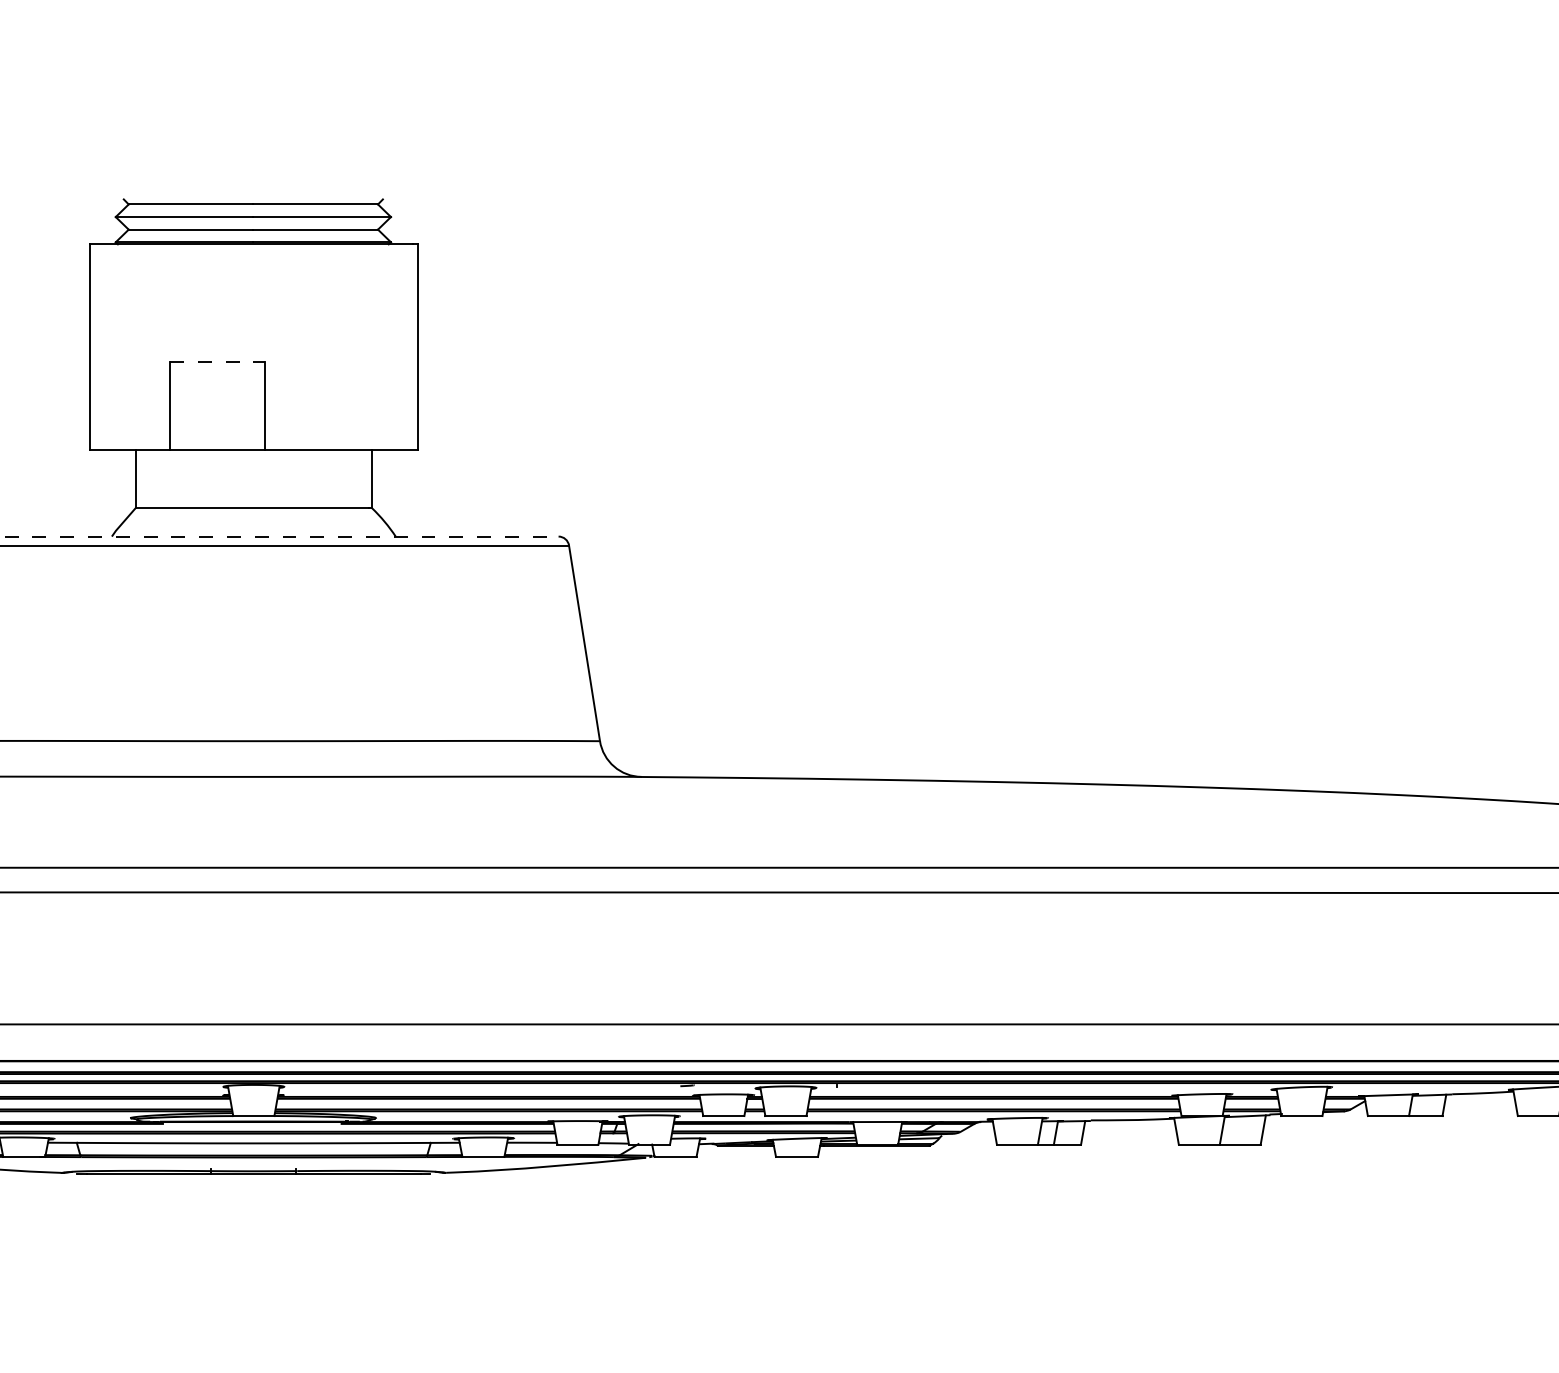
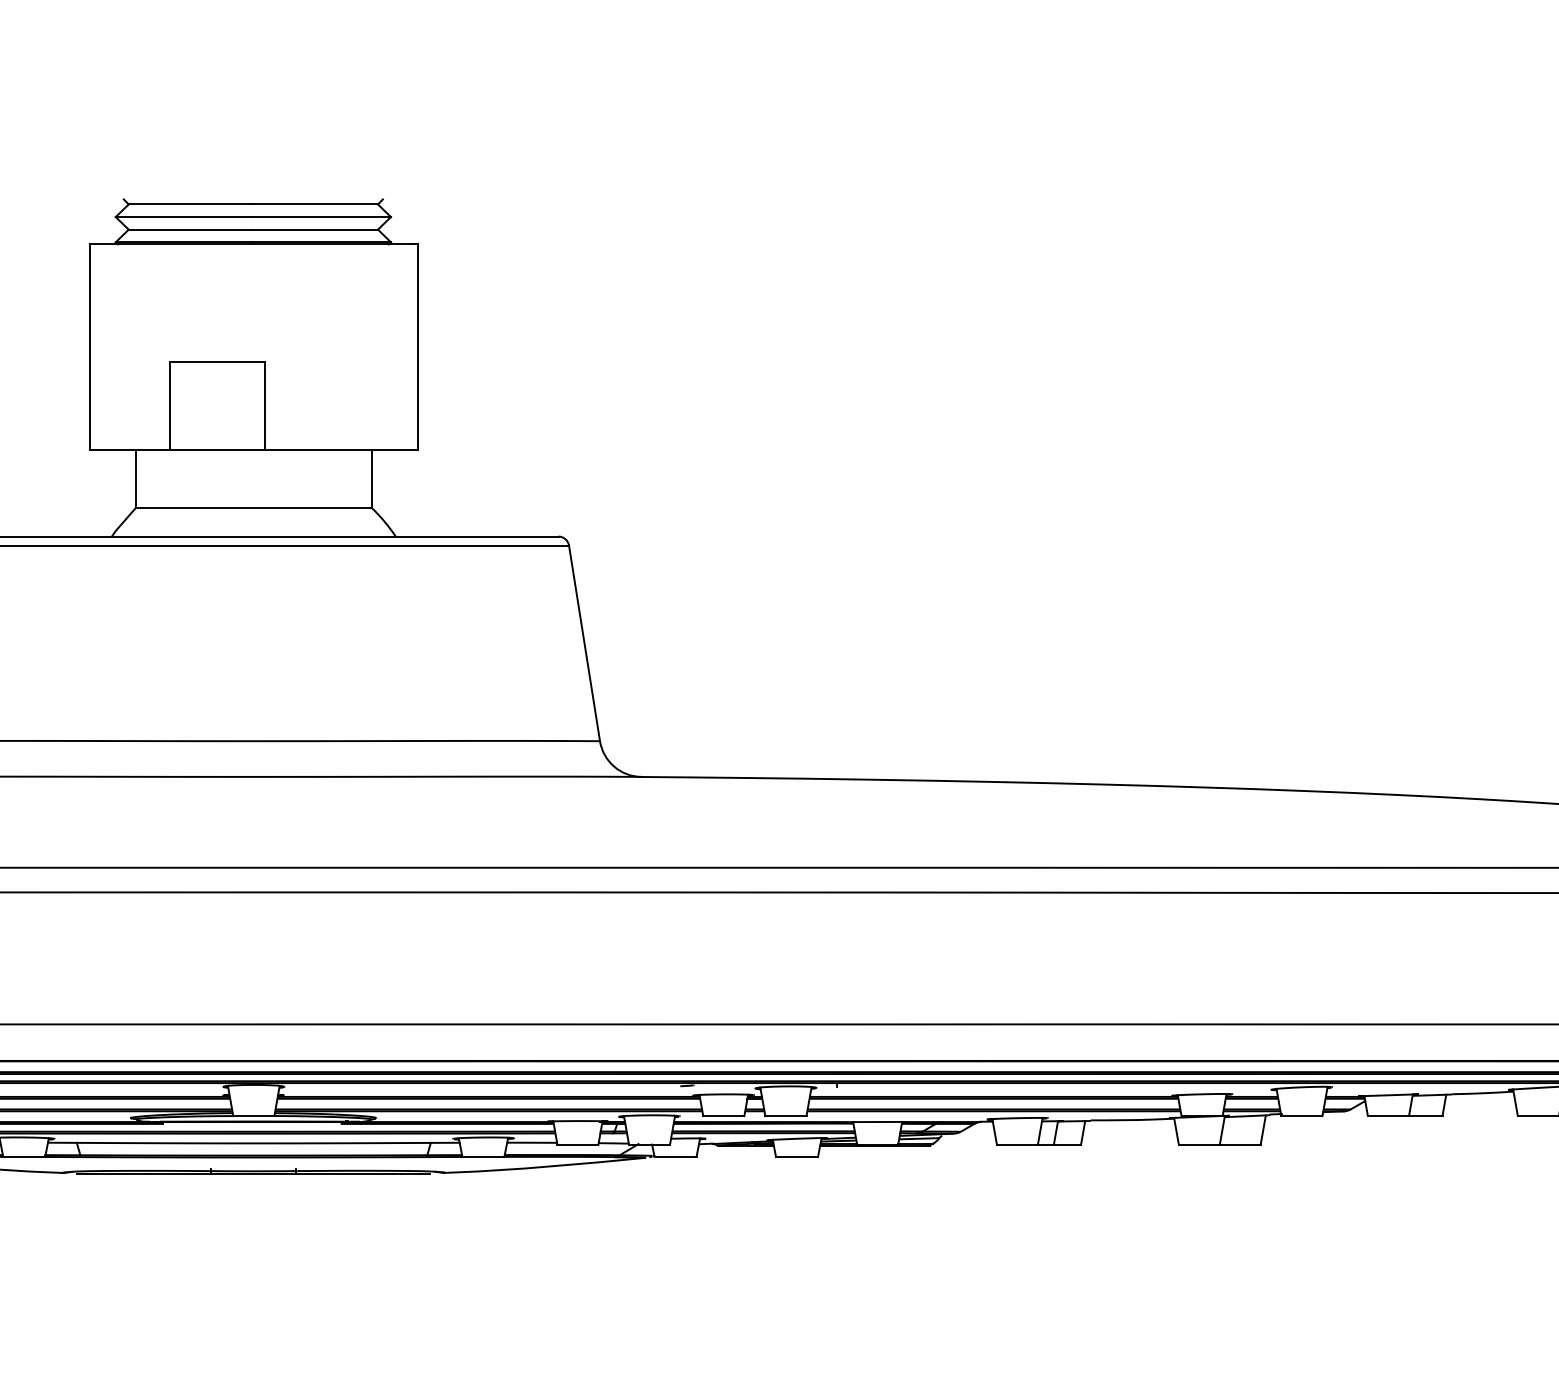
line at (217, 361): dashed -> solid
line at (279, 536): dashed -> solid
